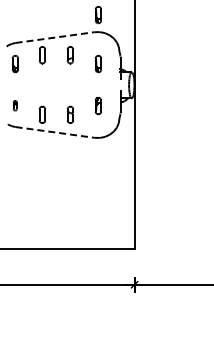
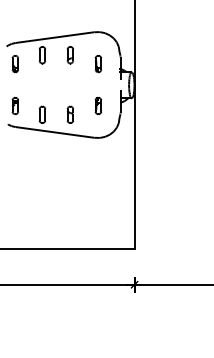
part at (97, 15): present -> none
line at (55, 37): dashed -> solid
part at (14, 105) size: 6x12 px -> 8x19 px
line at (55, 132): dashed -> solid
